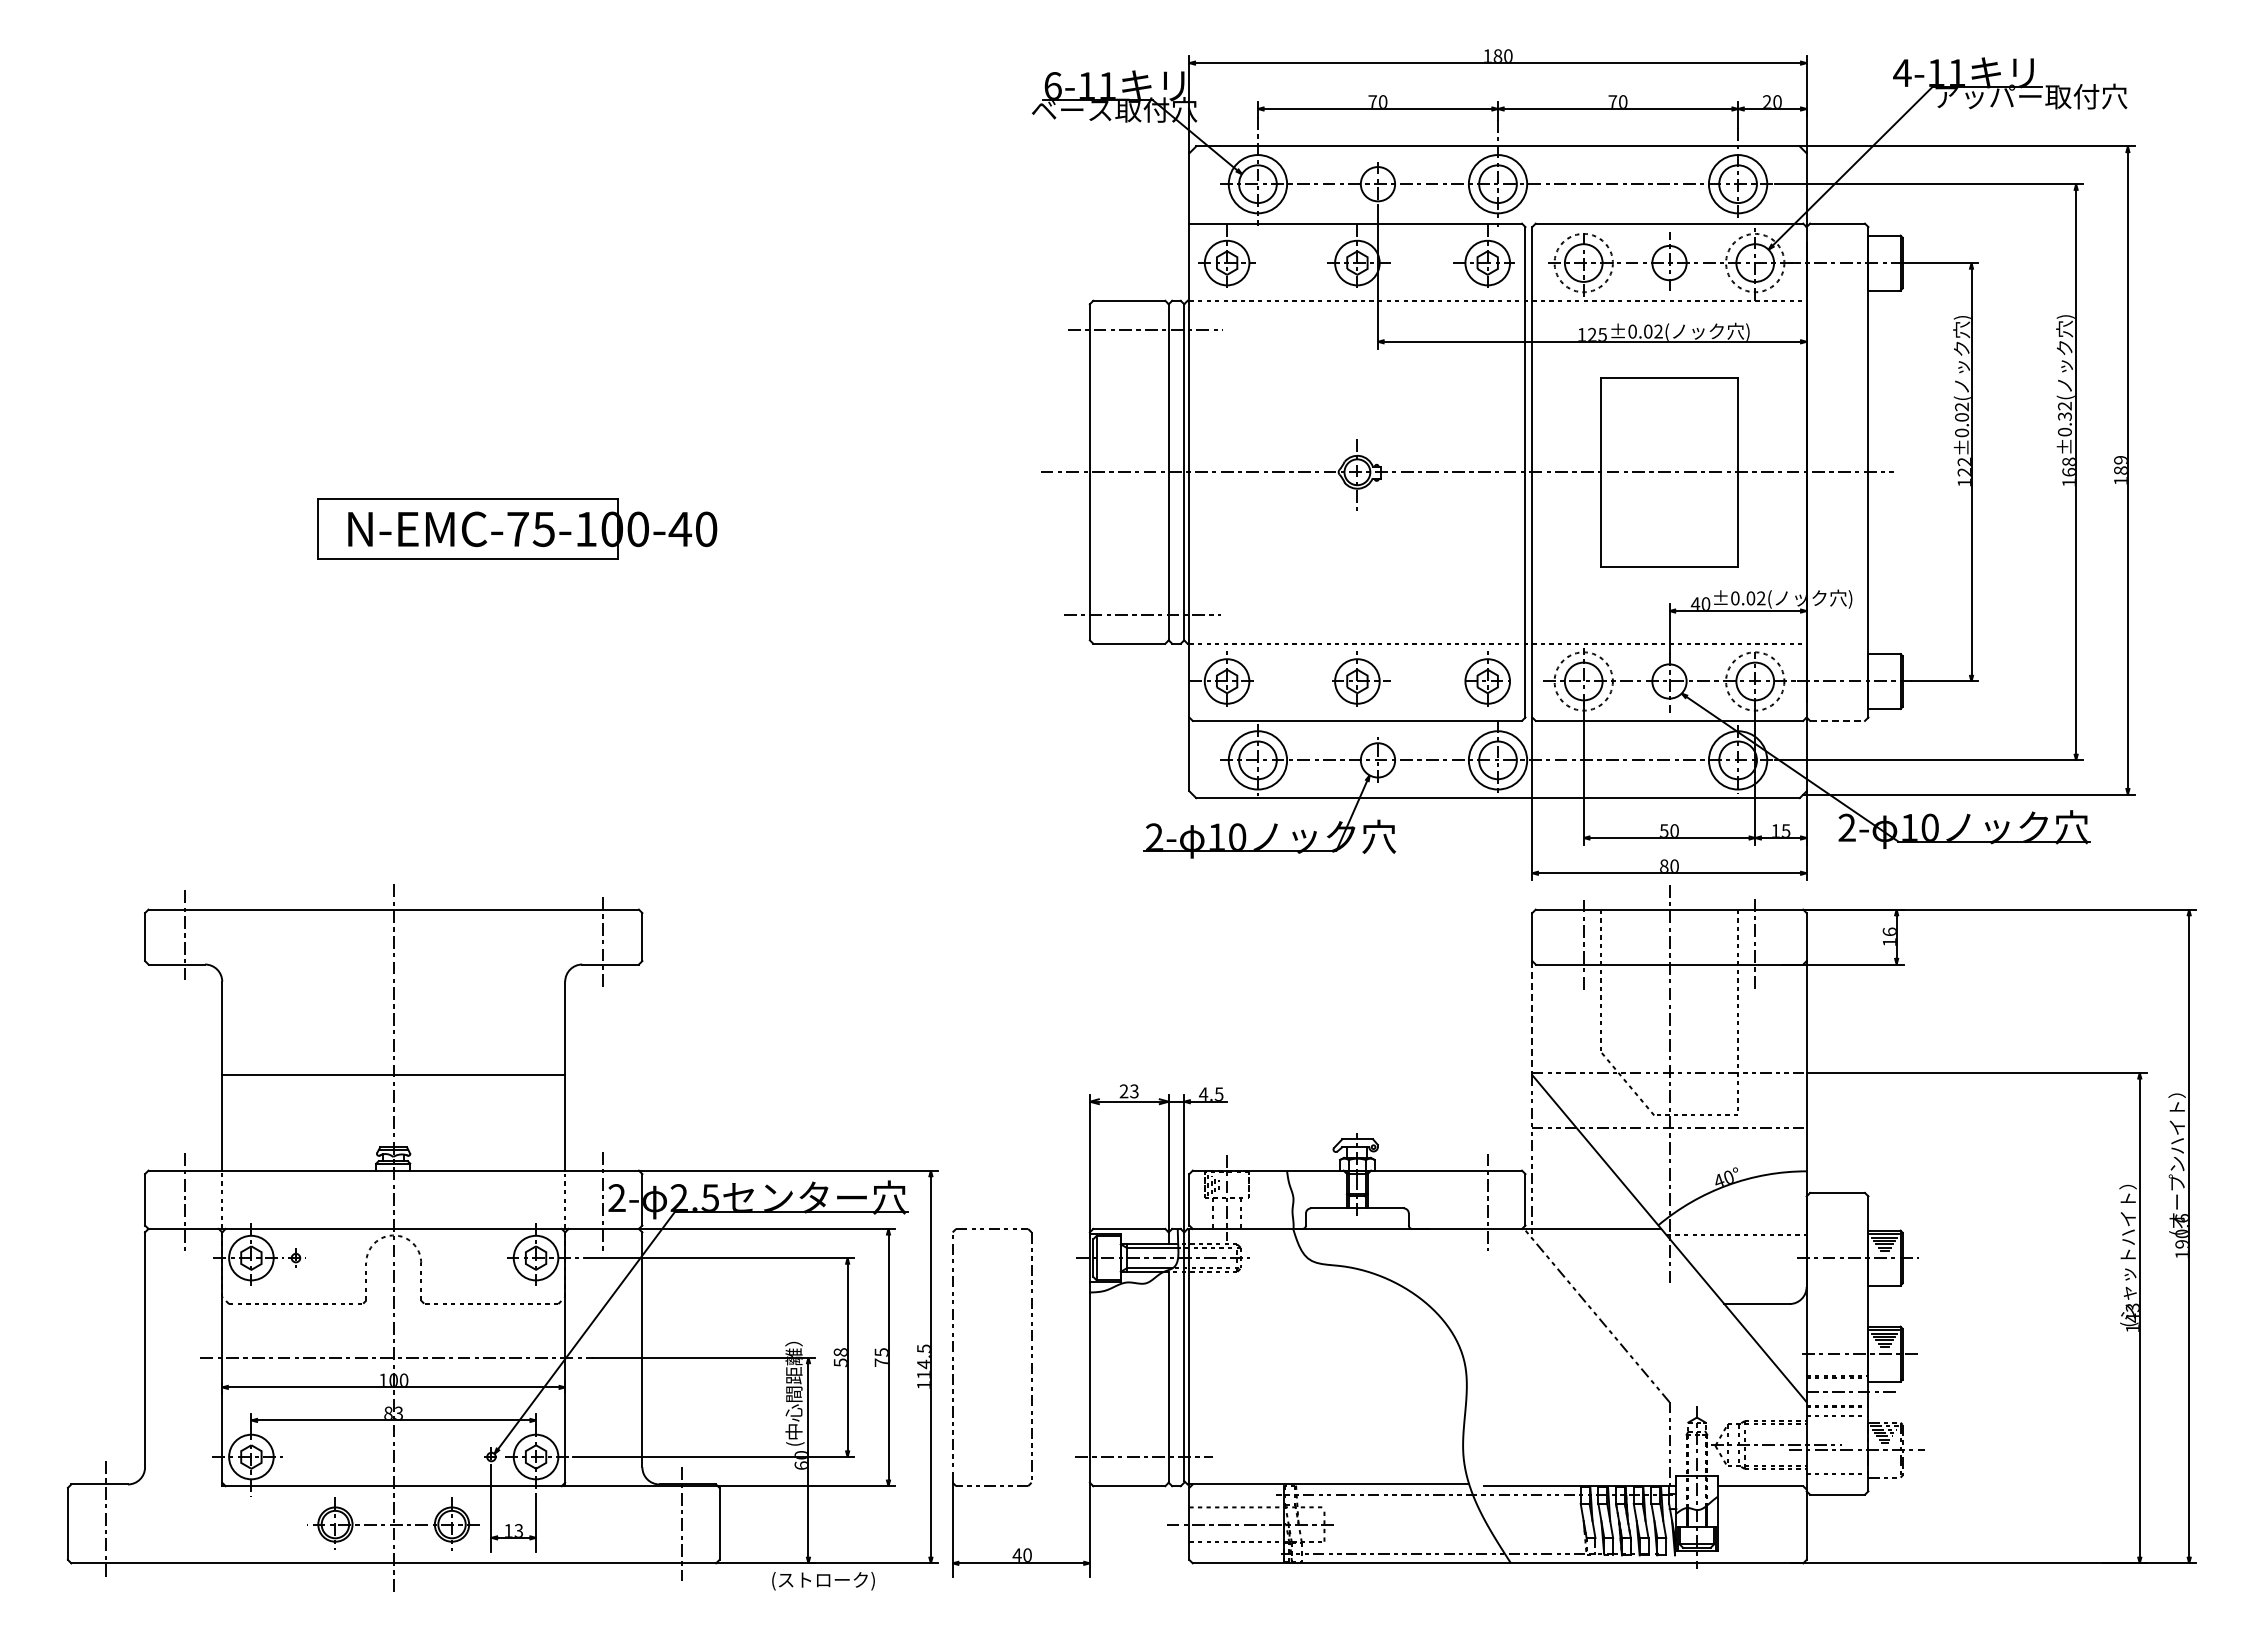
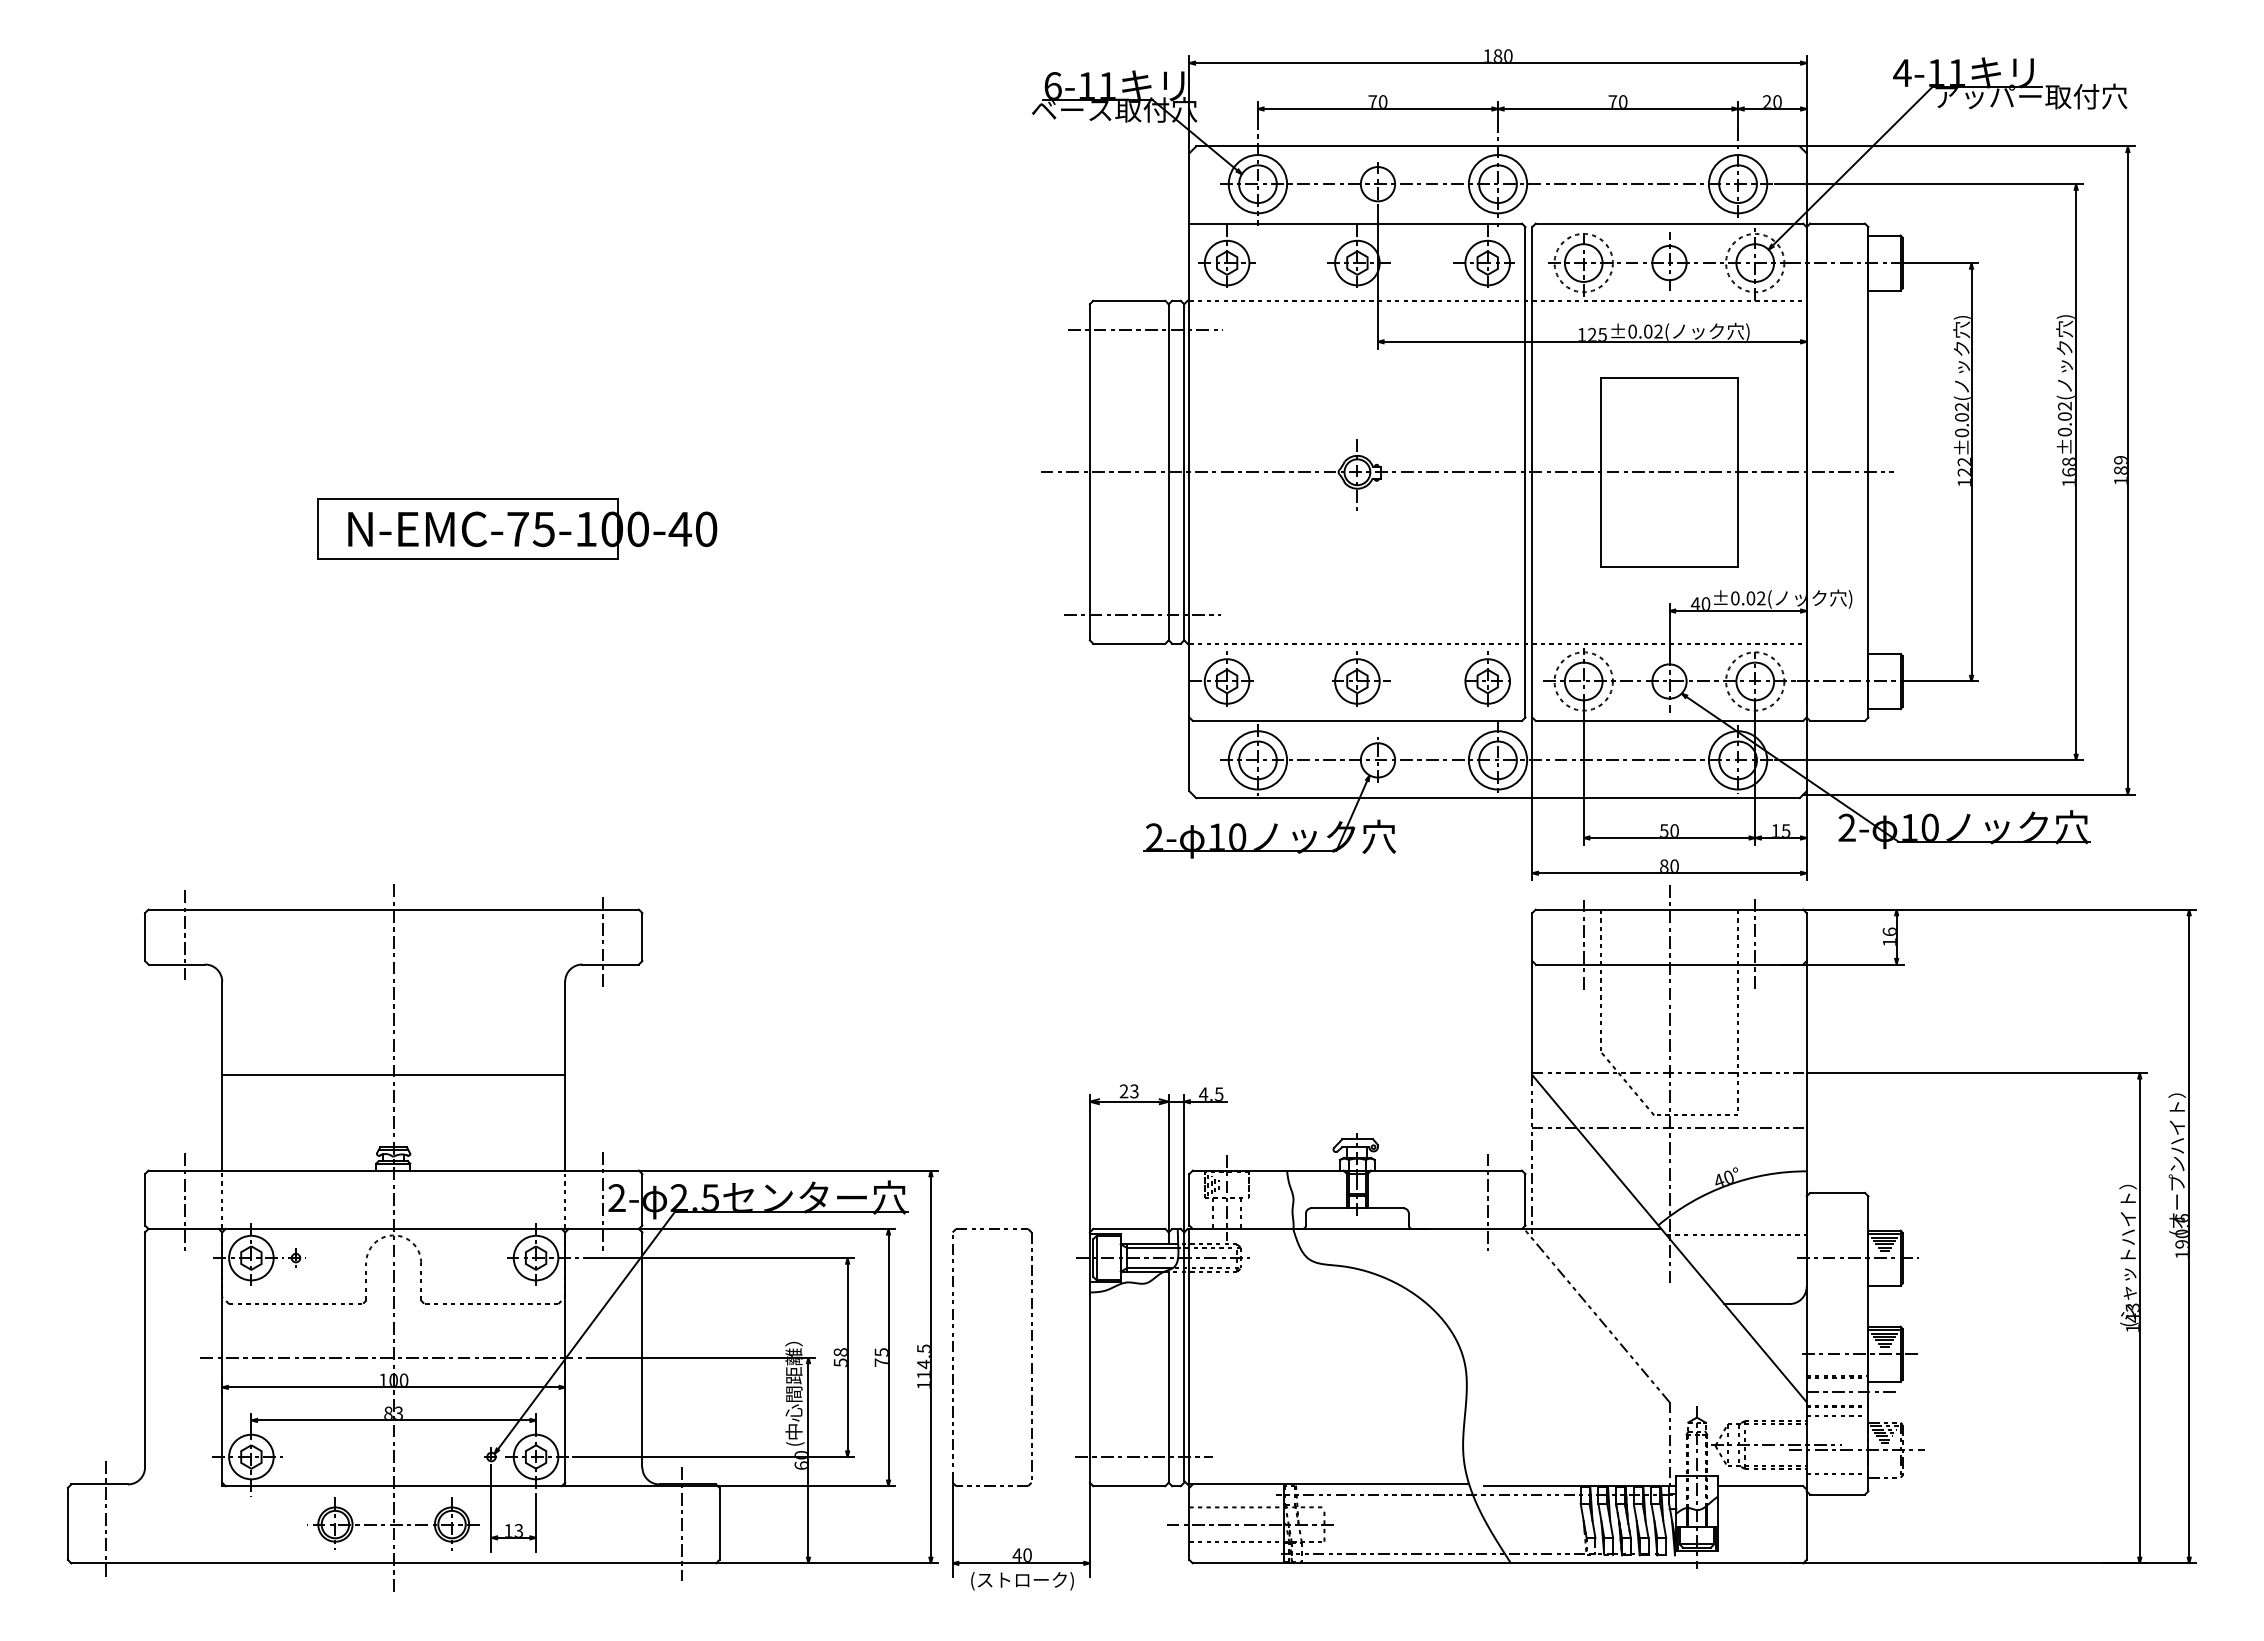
text at (2064, 416): ±0.32( -> ±0.02(
line at (1838, 720): dashed -> solid
line at (1532, 1018): dashed -> solid
text at (823, 1581) position: (823, 1581) -> (1022, 1581)
